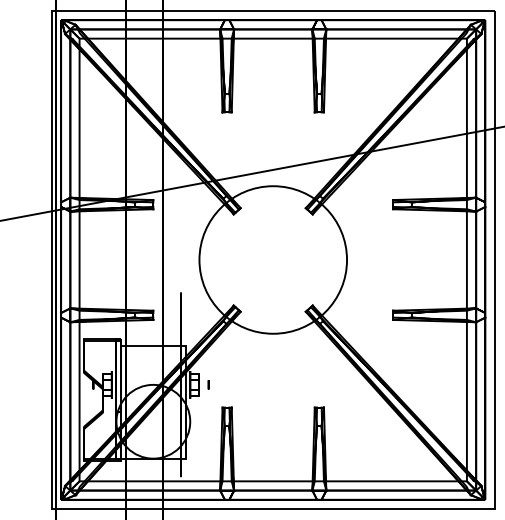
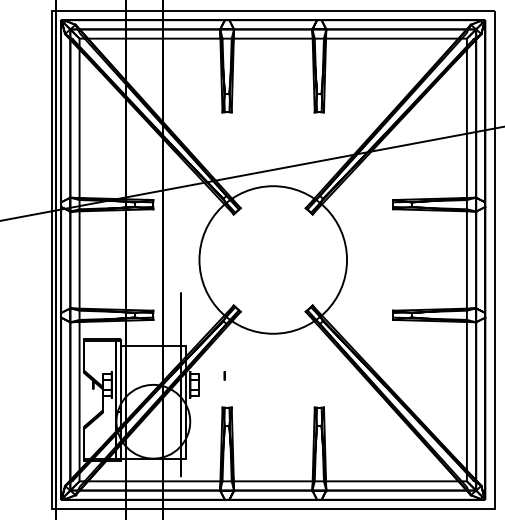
circle at (208, 384) position: (208, 384) -> (224, 375)
